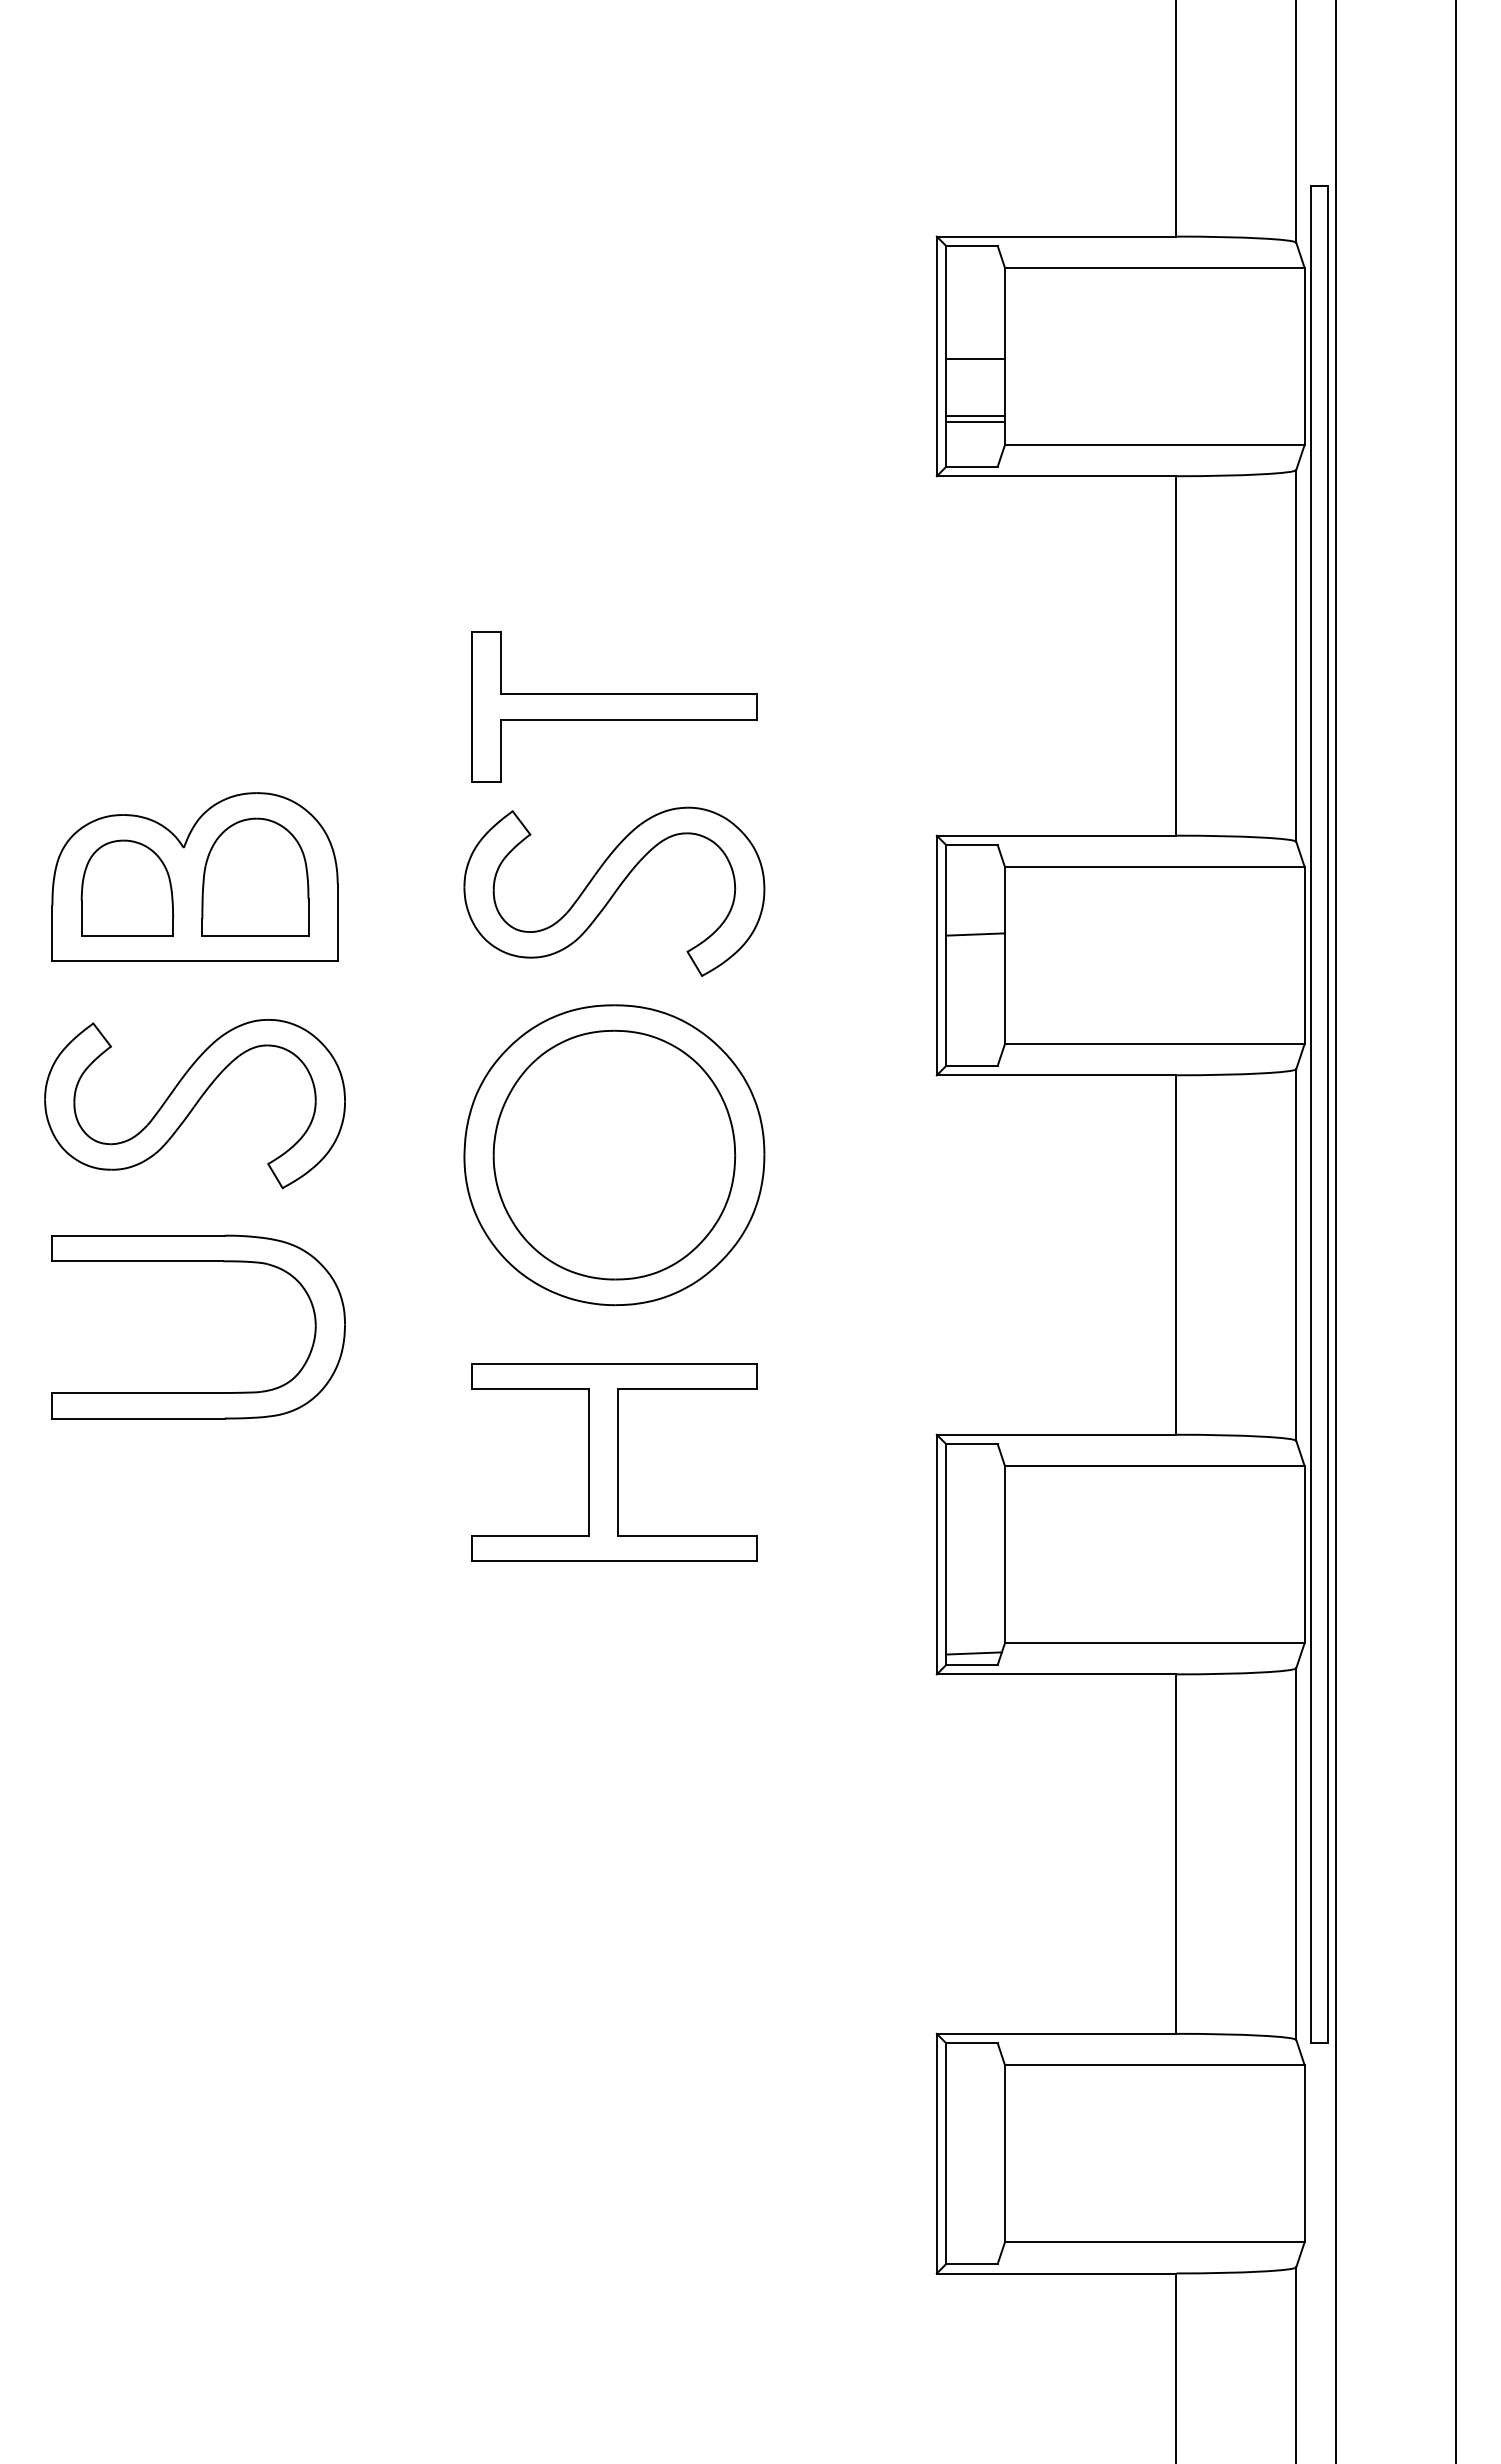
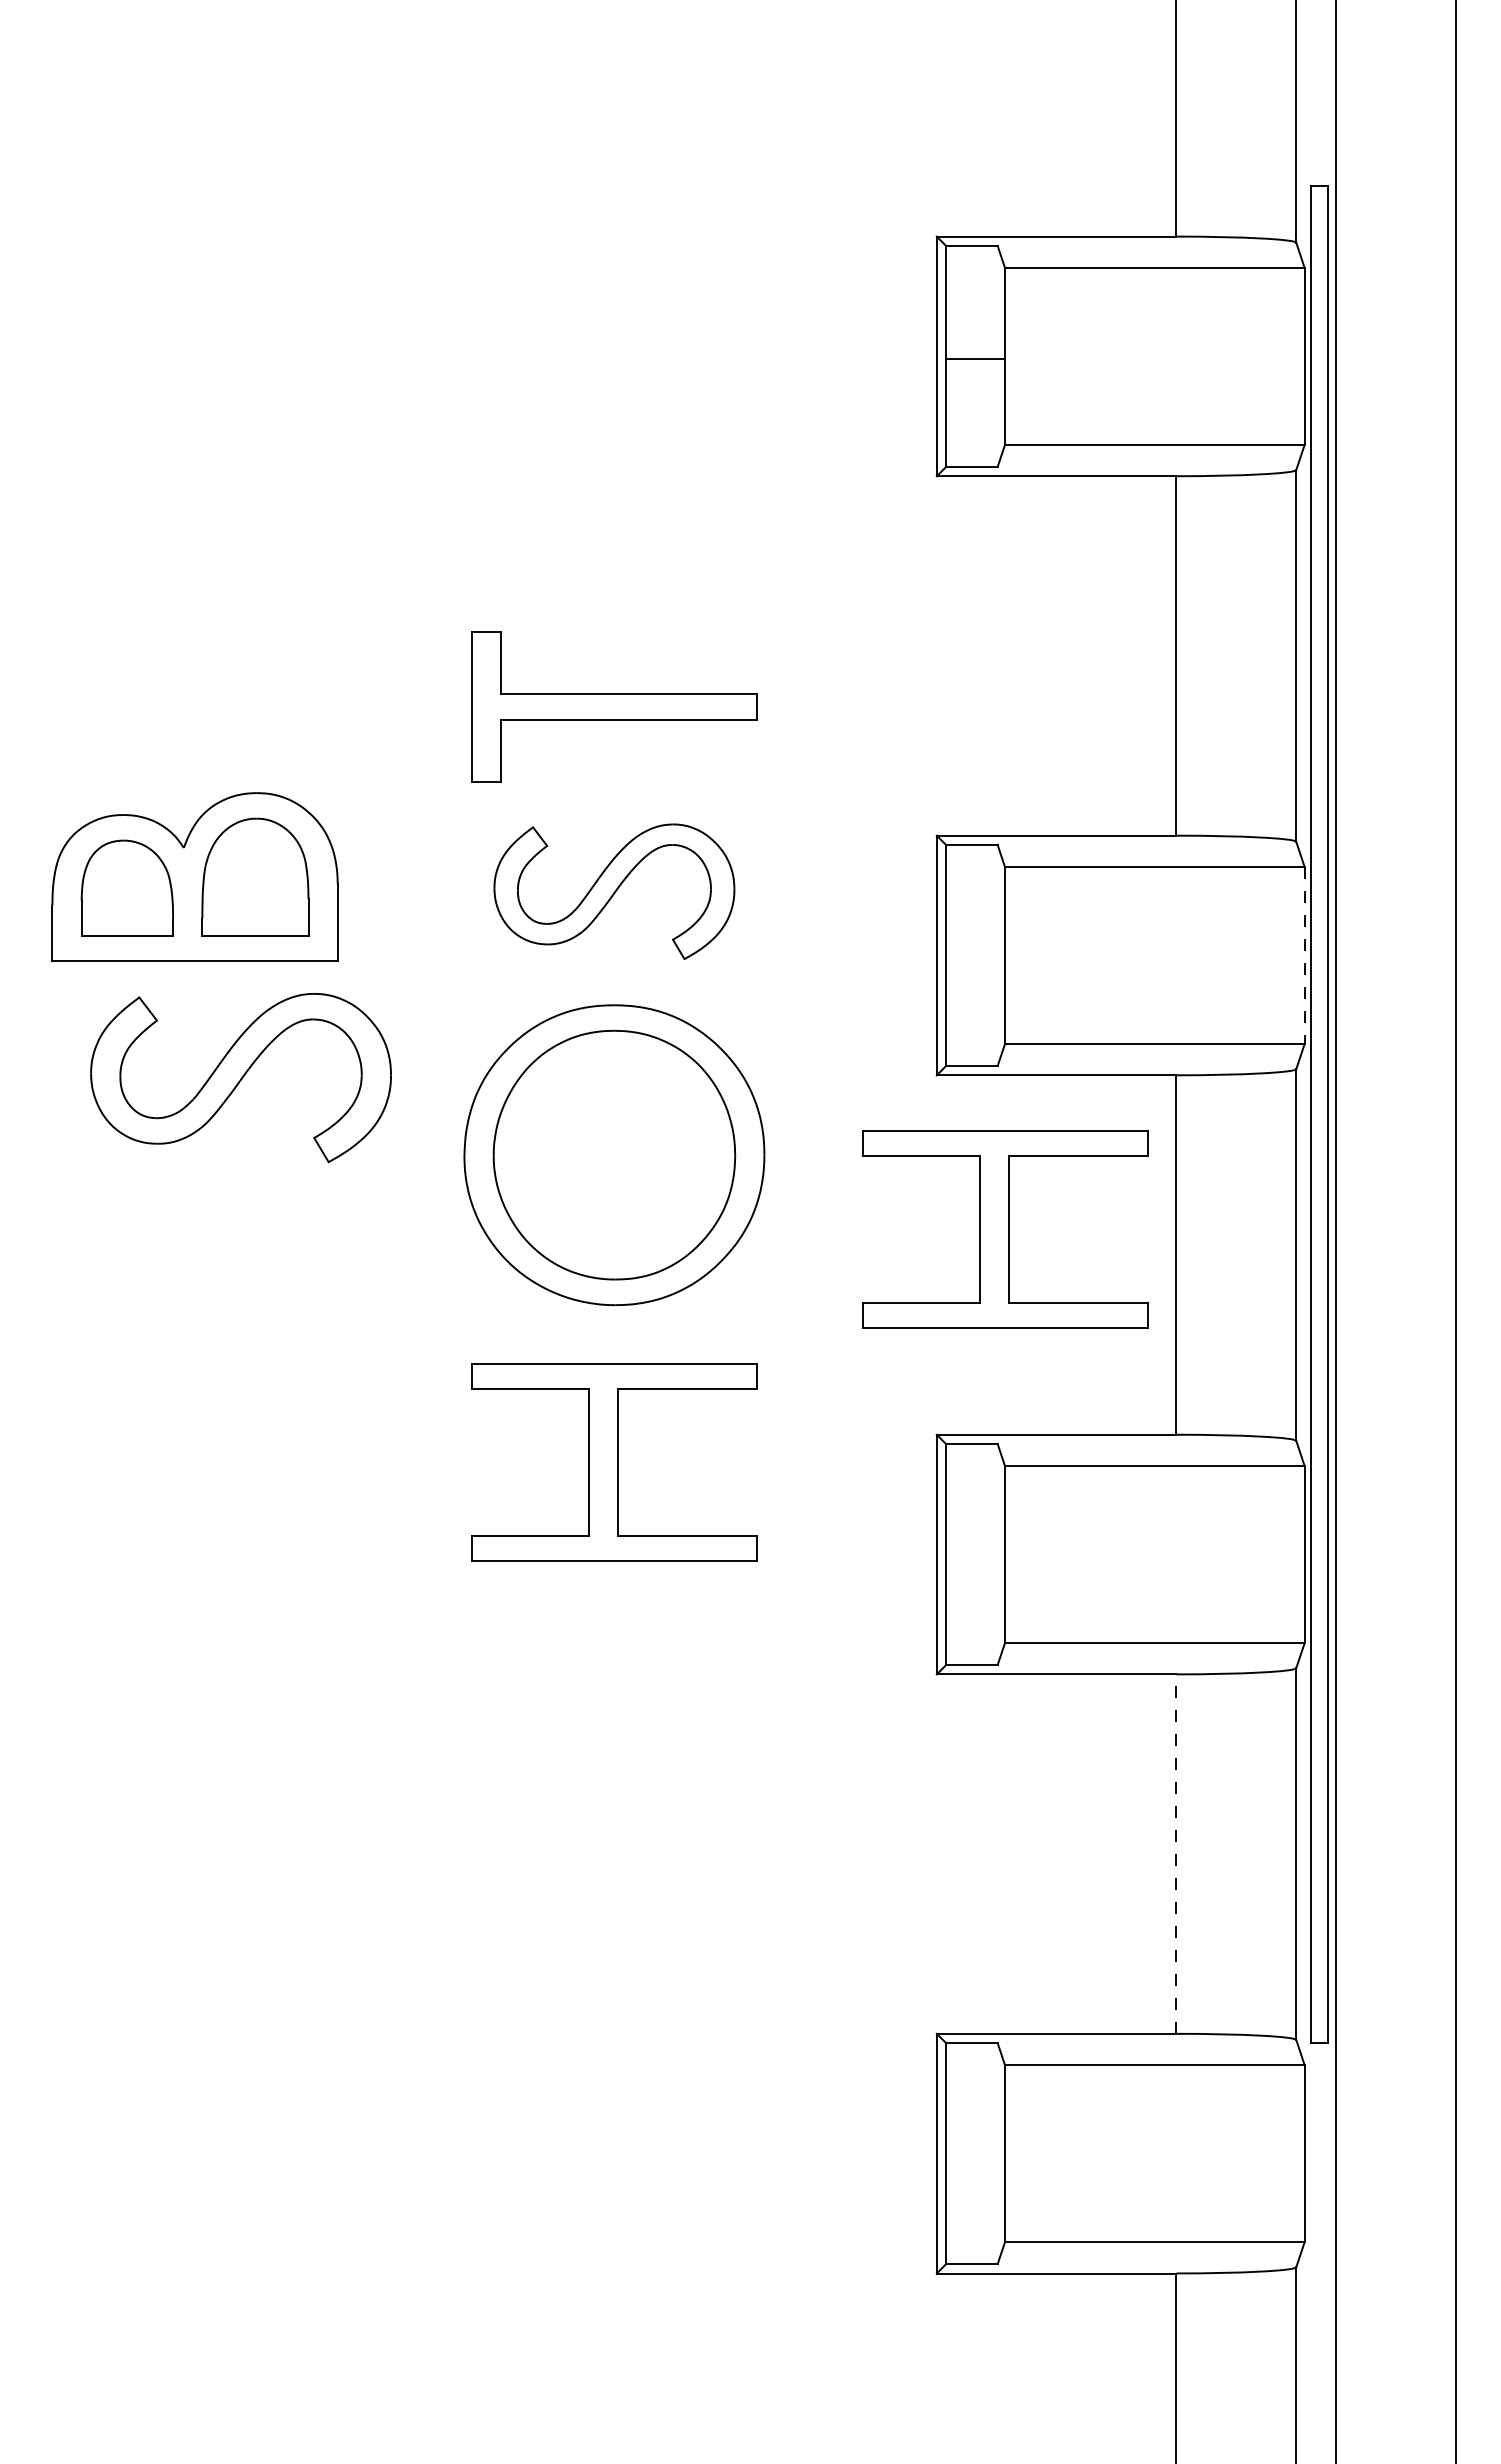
line at (975, 416): present -> none
line at (975, 422): present -> none
part at (614, 891) size: 303x171 px -> 243x138 px
line at (975, 934): present -> none
line at (1304, 956): solid -> dashed
part at (194, 1104) position: (194, 1104) -> (240, 1078)
part at (1005, 1229): none -> present
part at (198, 1261): present -> none
line at (973, 1653): present -> none
line at (1176, 1854): solid -> dashed
